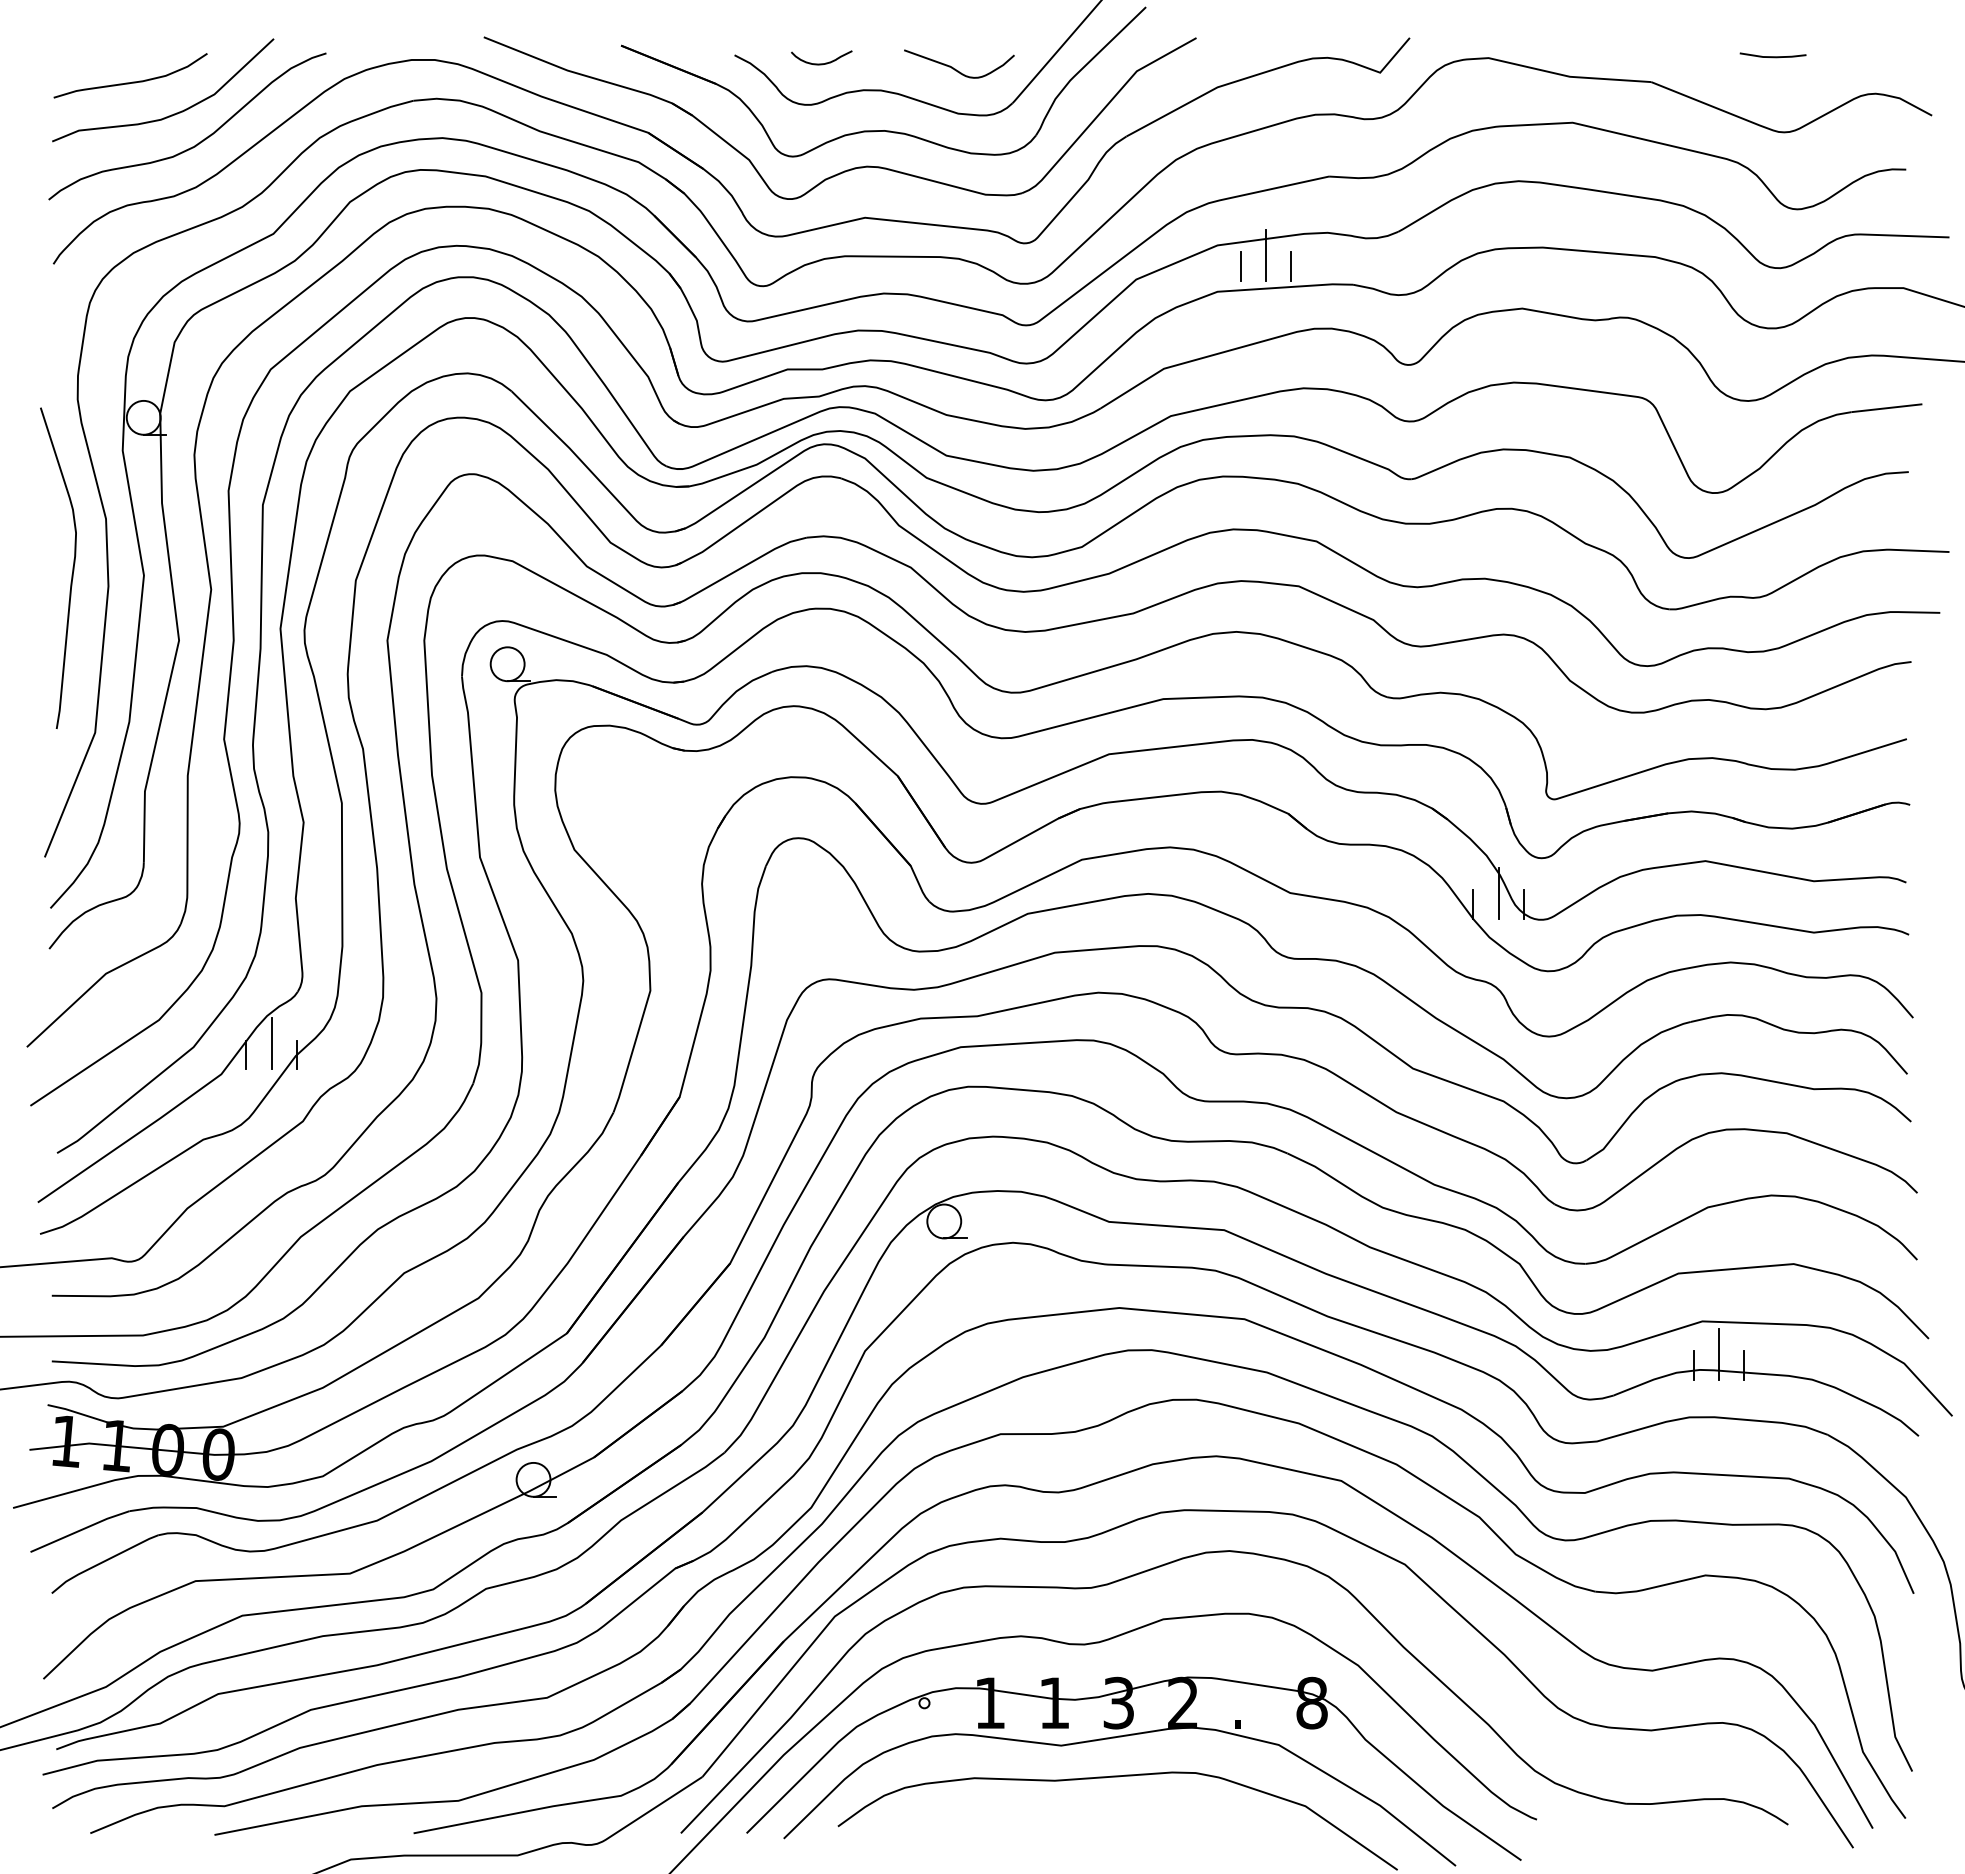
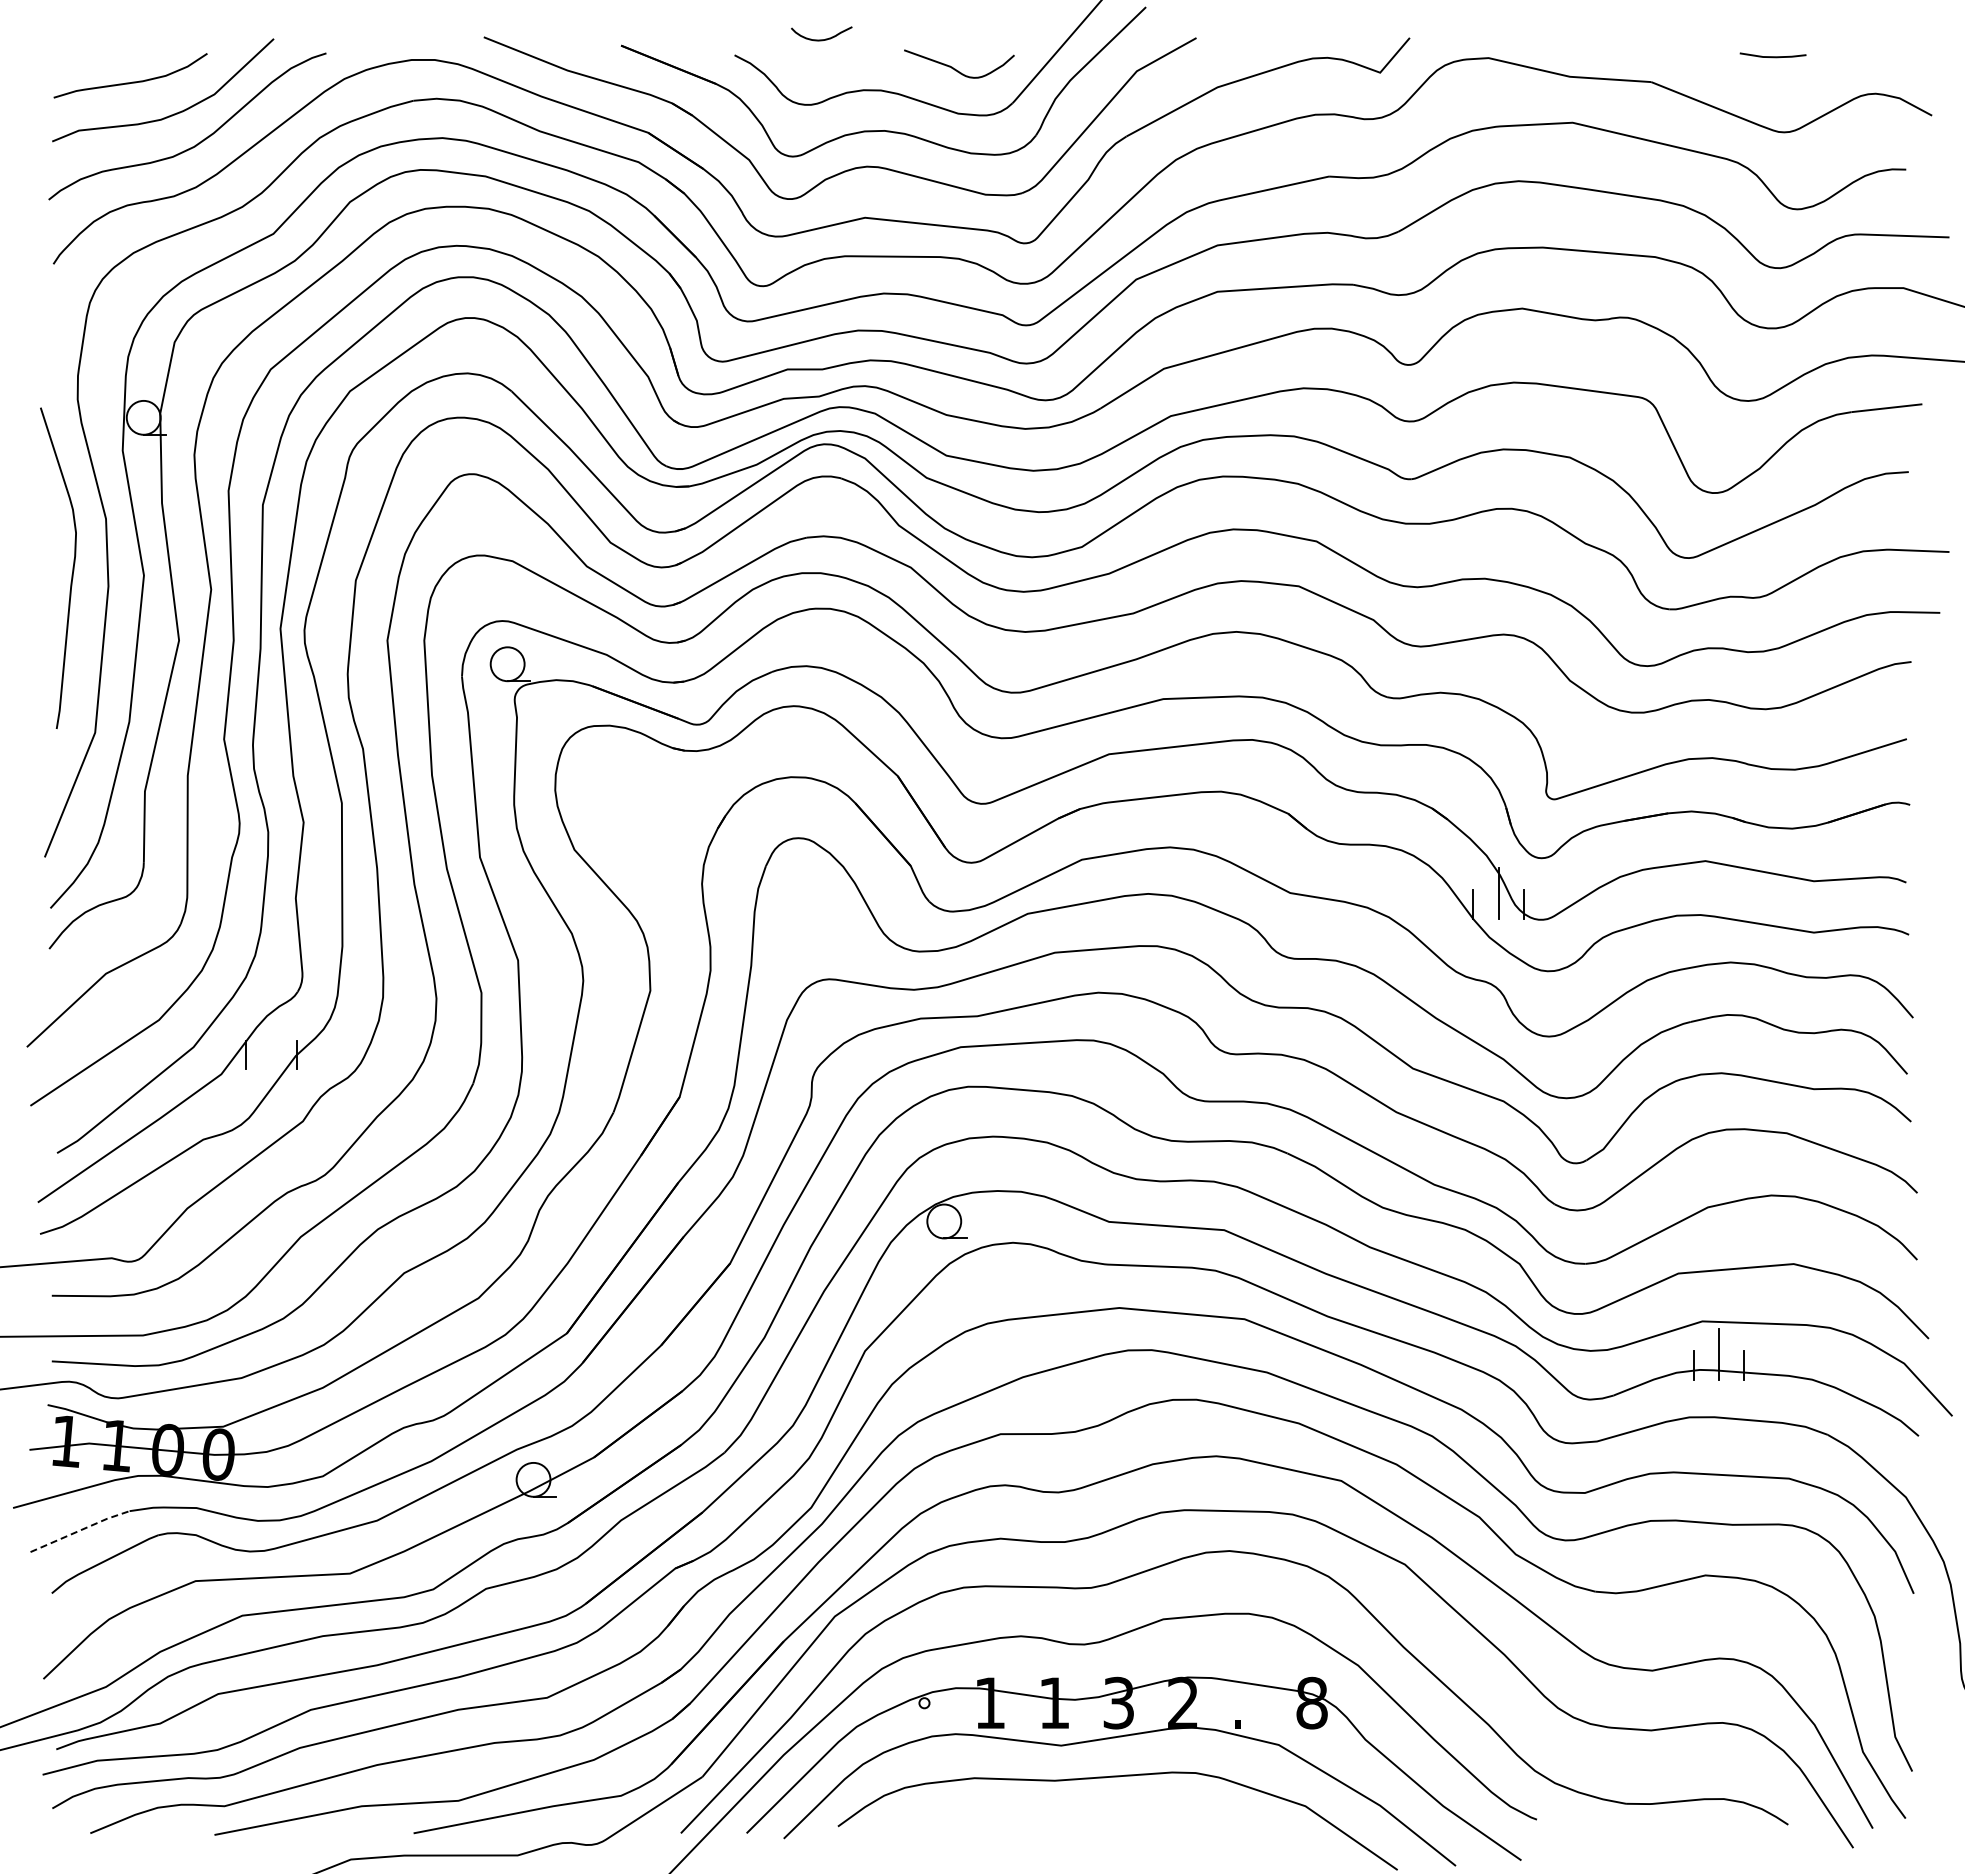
curve at (821, 63) position: (821, 63) -> (821, 39)
line at (1265, 254): present -> none
line at (1240, 266): present -> none
line at (1291, 266): present -> none
line at (271, 1043): present -> none
line at (80, 1530): solid -> dashed
